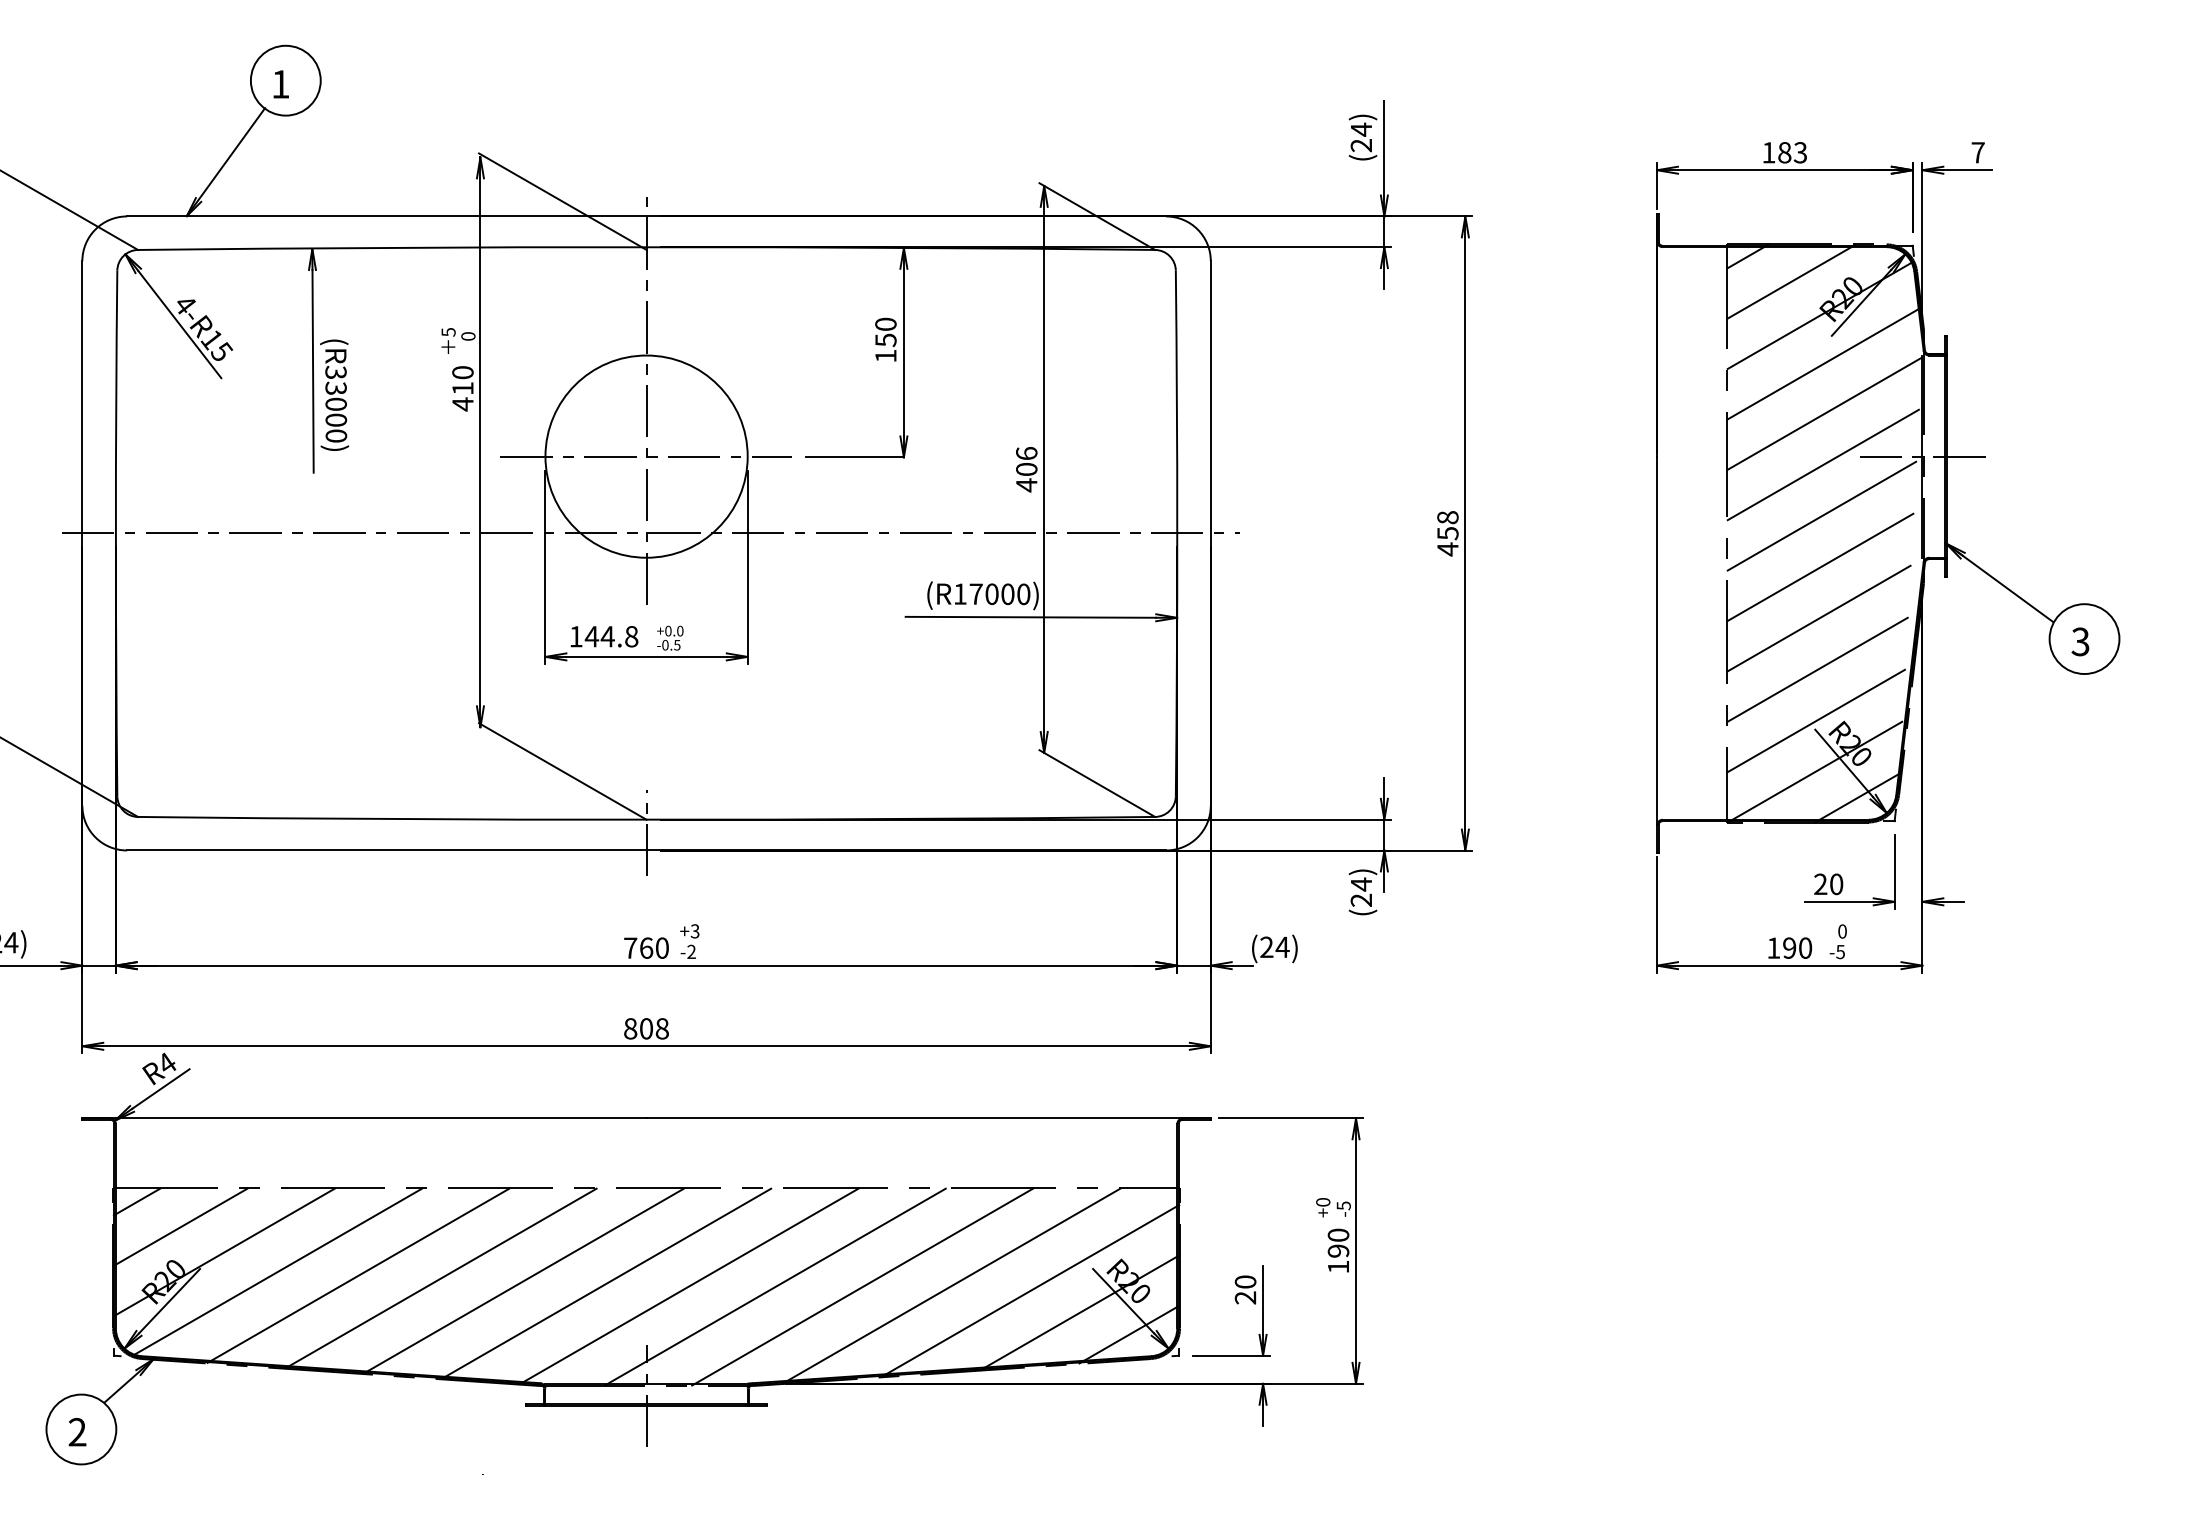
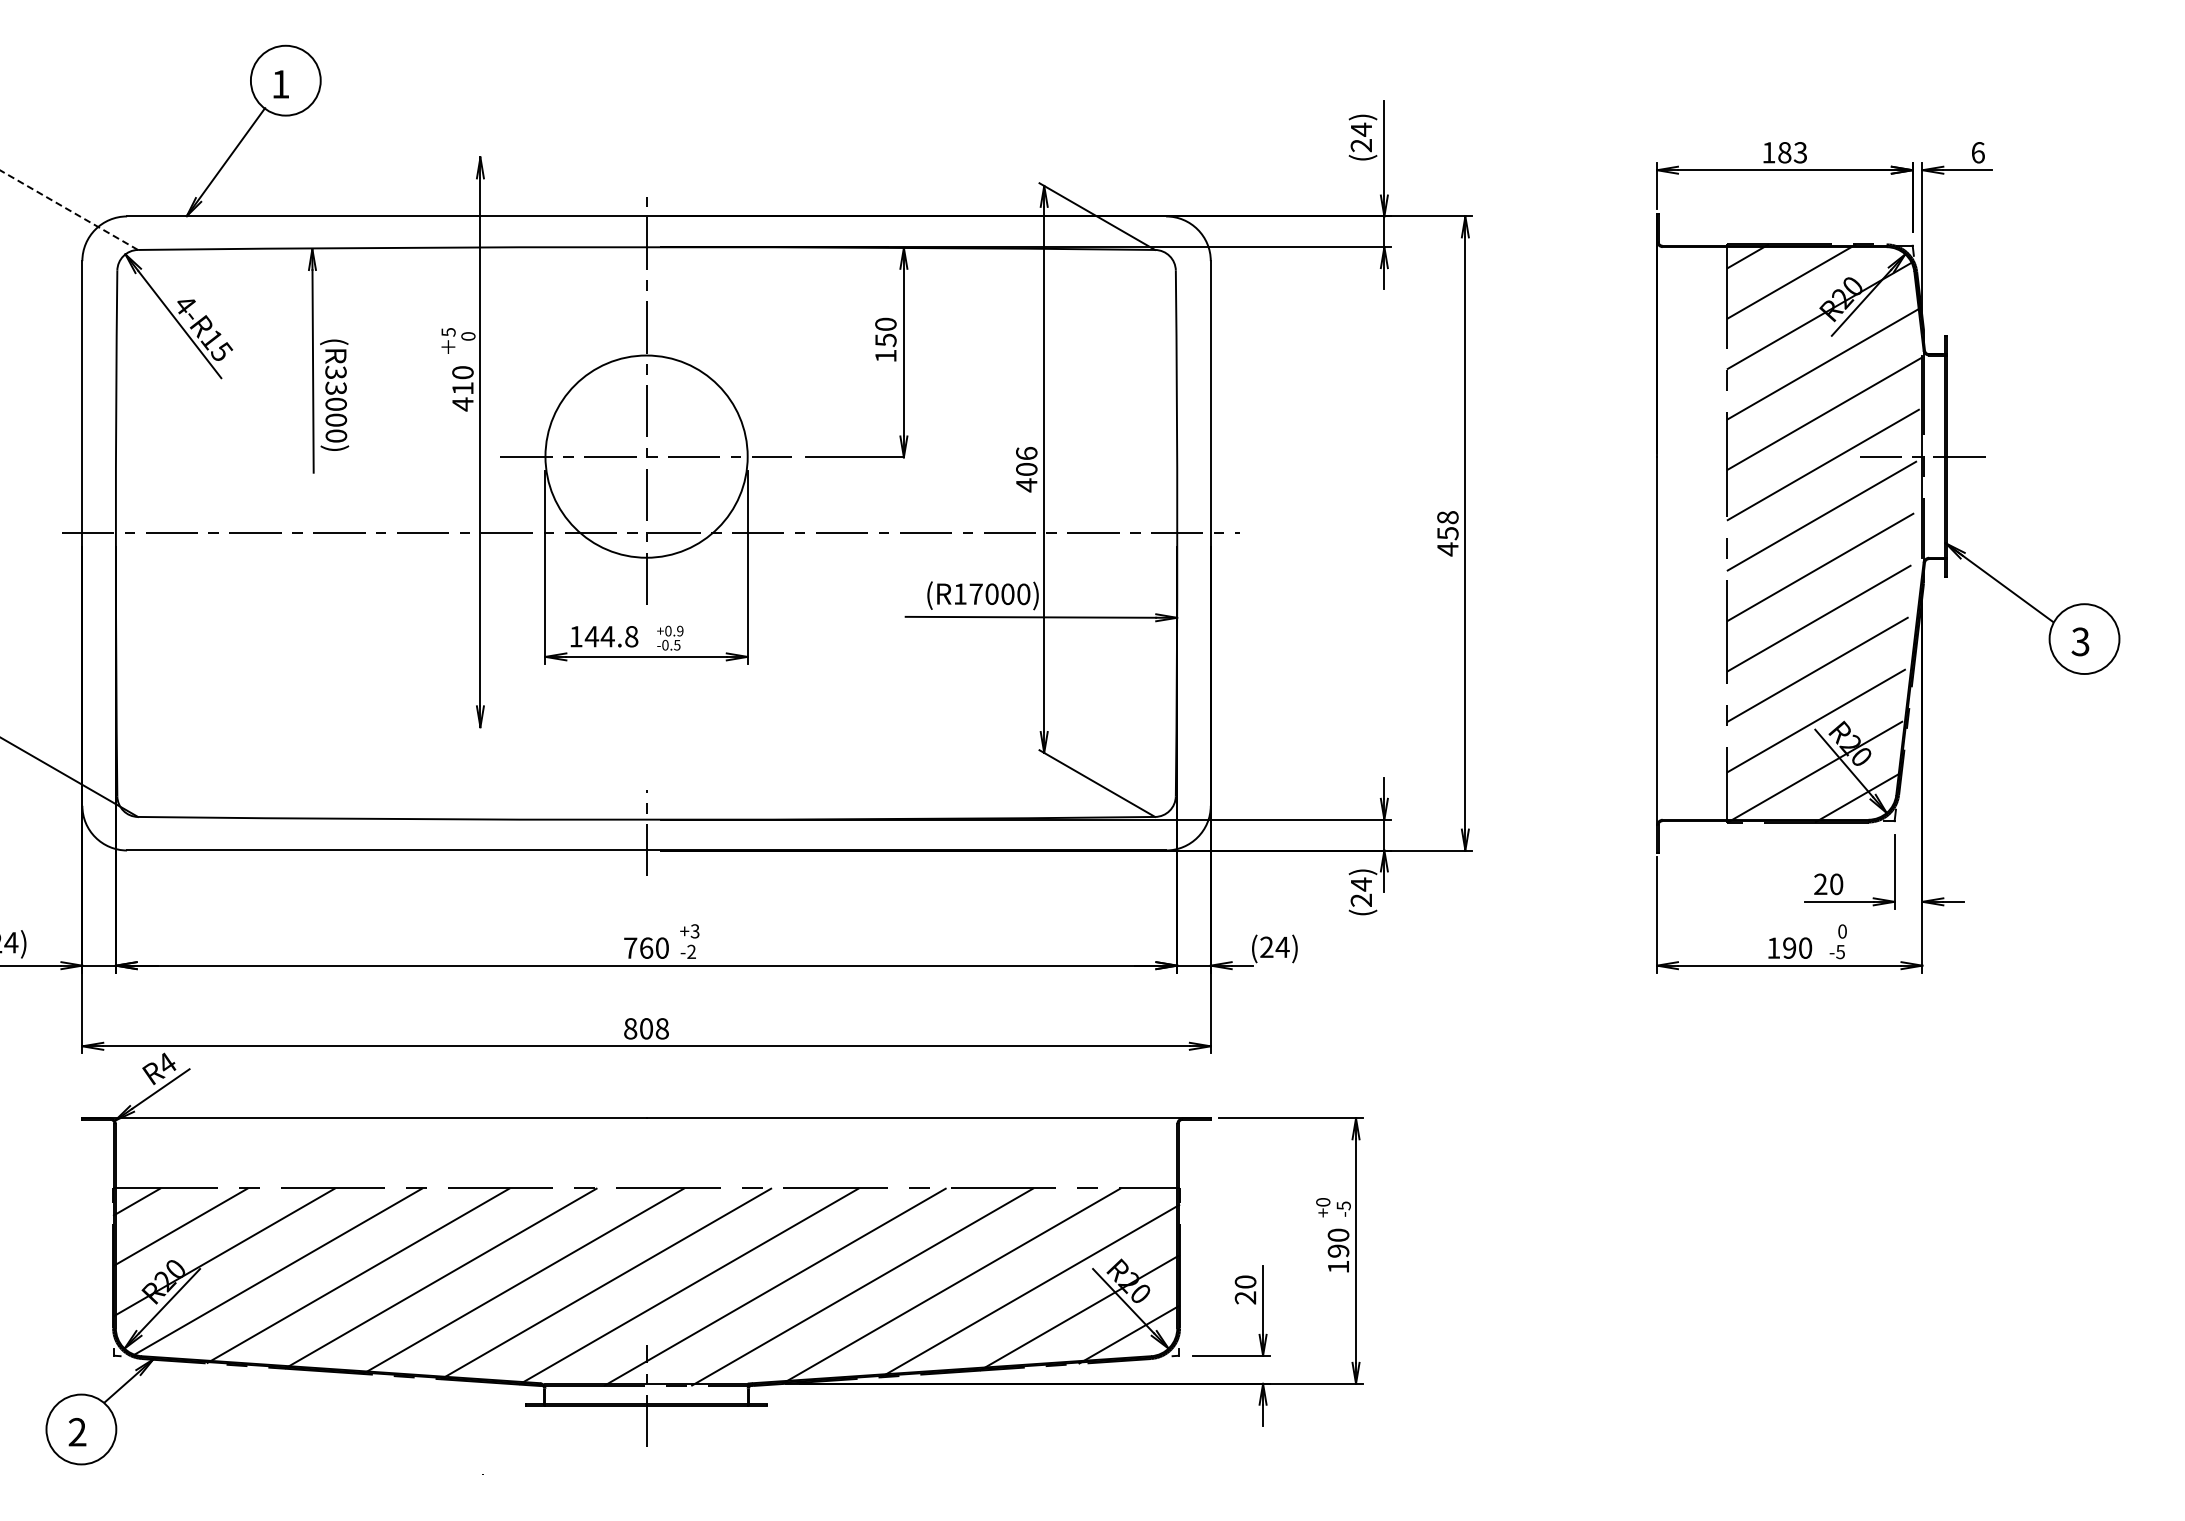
text at (1977, 152): 7 -> 6
line at (562, 201): present -> none
line at (68, 209): solid -> dashed
text at (680, 631): +0.0 -> +0.9
line at (562, 771): present -> none
